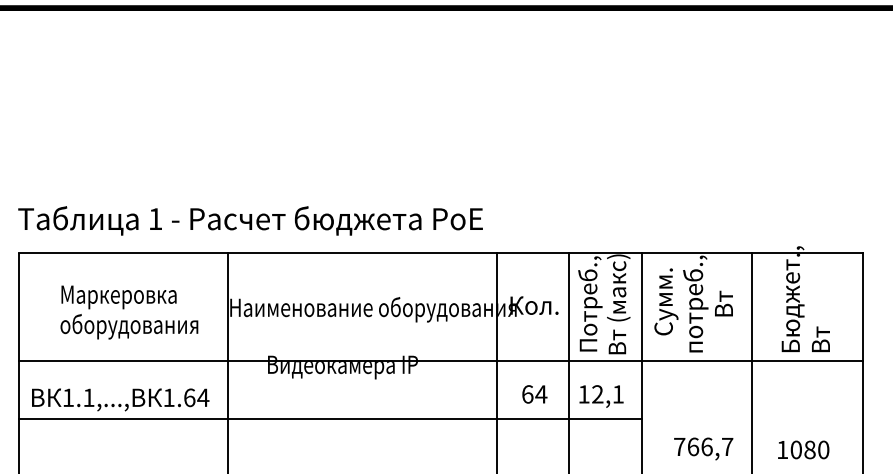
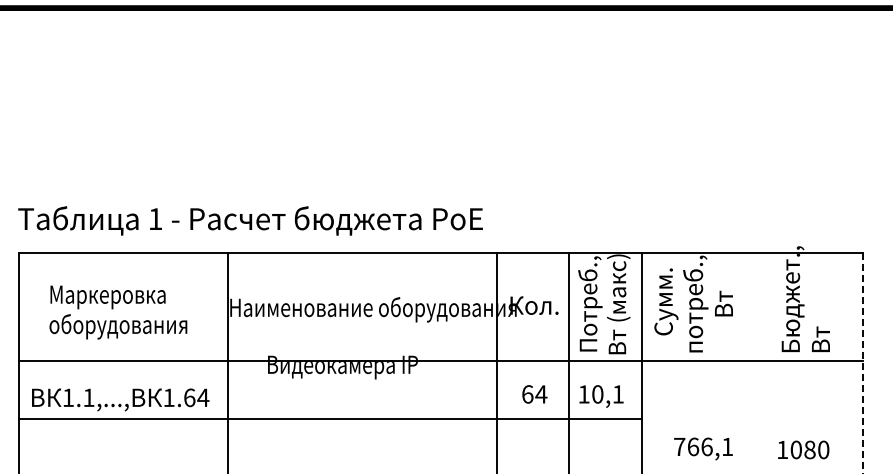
text at (129, 312) position: (129, 312) -> (118, 312)
line at (752, 361): present -> none
line at (862, 363): solid -> dashed
text at (597, 394): 12,1 -> 10,1
text at (727, 446): 766,7 -> 766,1
